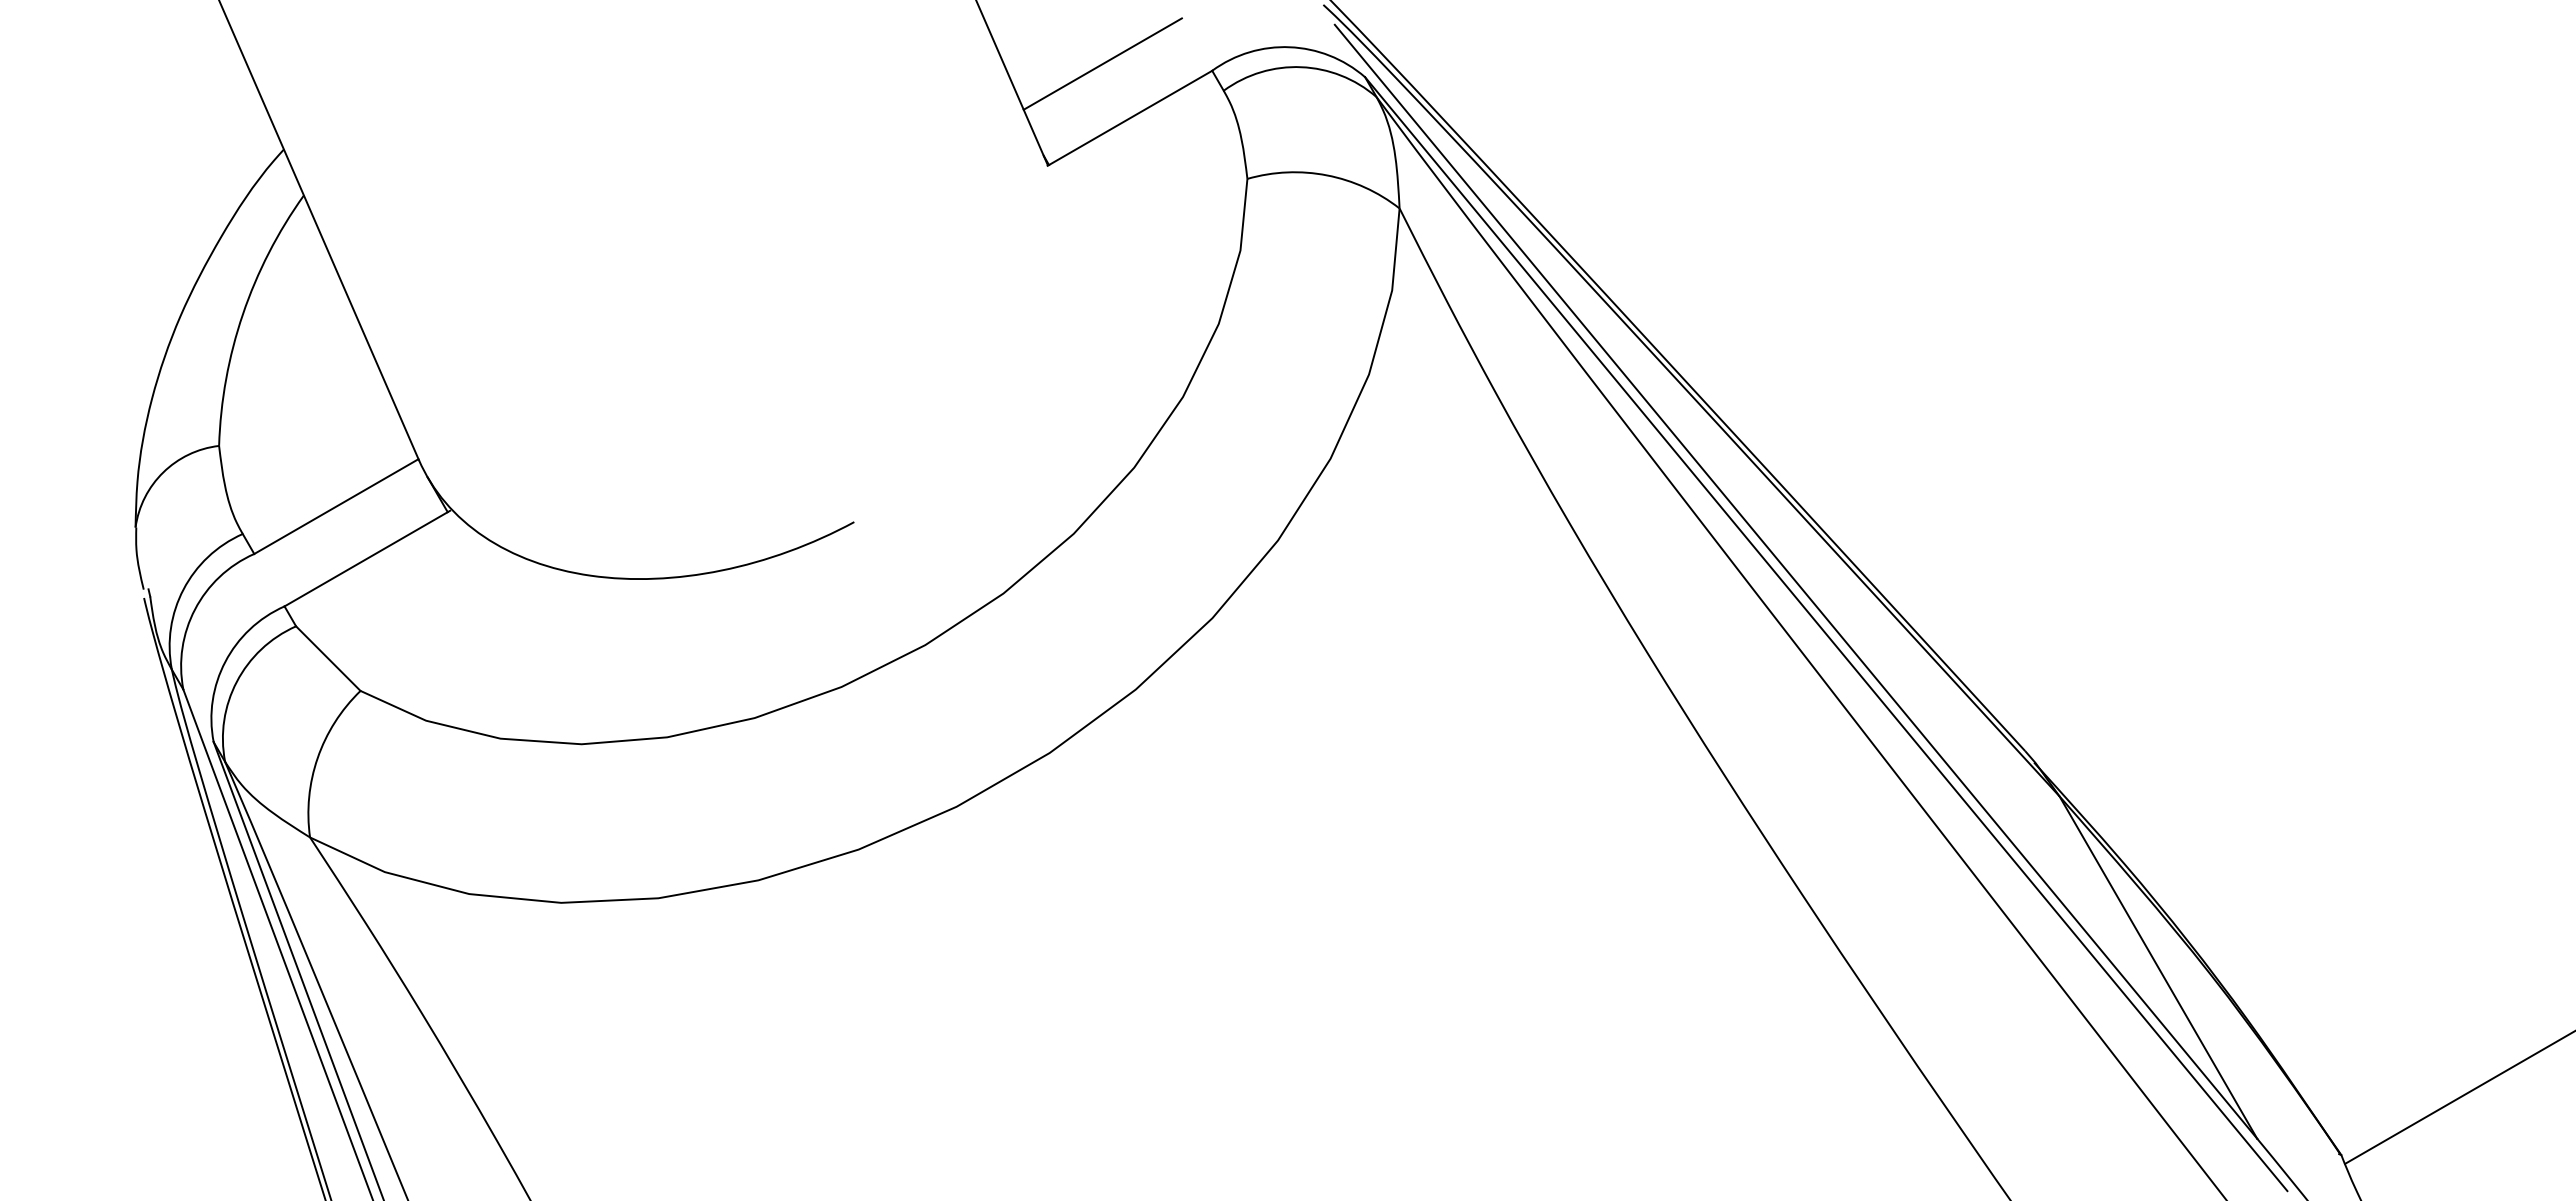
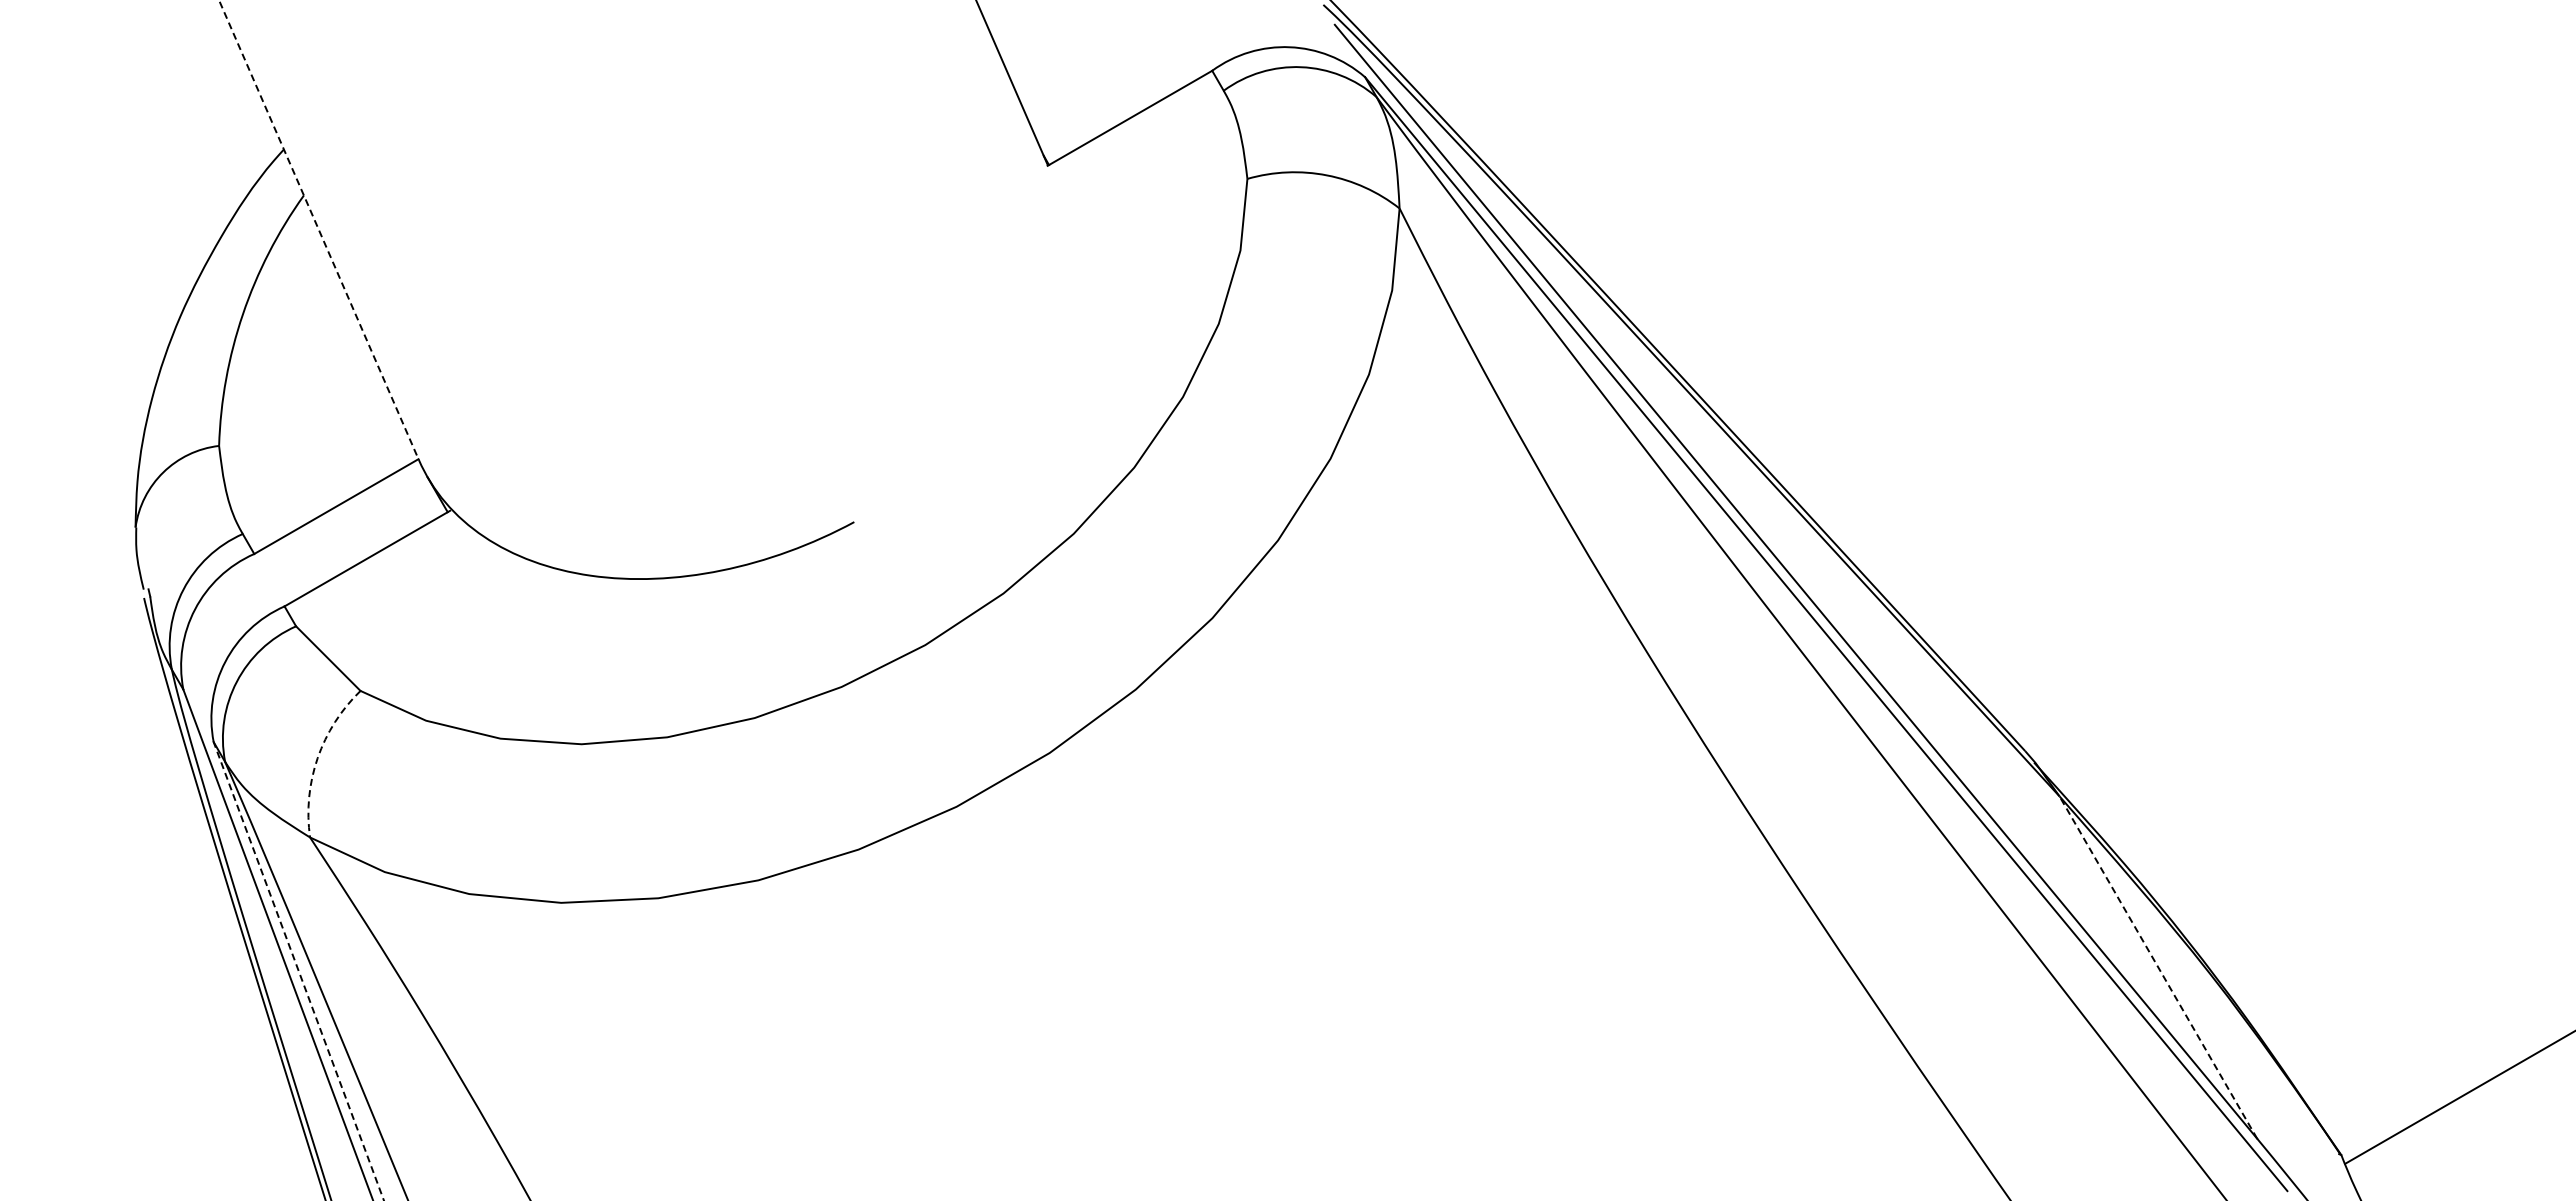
line at (1102, 63): present -> none
line at (318, 230): solid -> dashed
arc at (317, 758): solid -> dashed
line at (2158, 967): solid -> dashed
line at (298, 970): solid -> dashed
